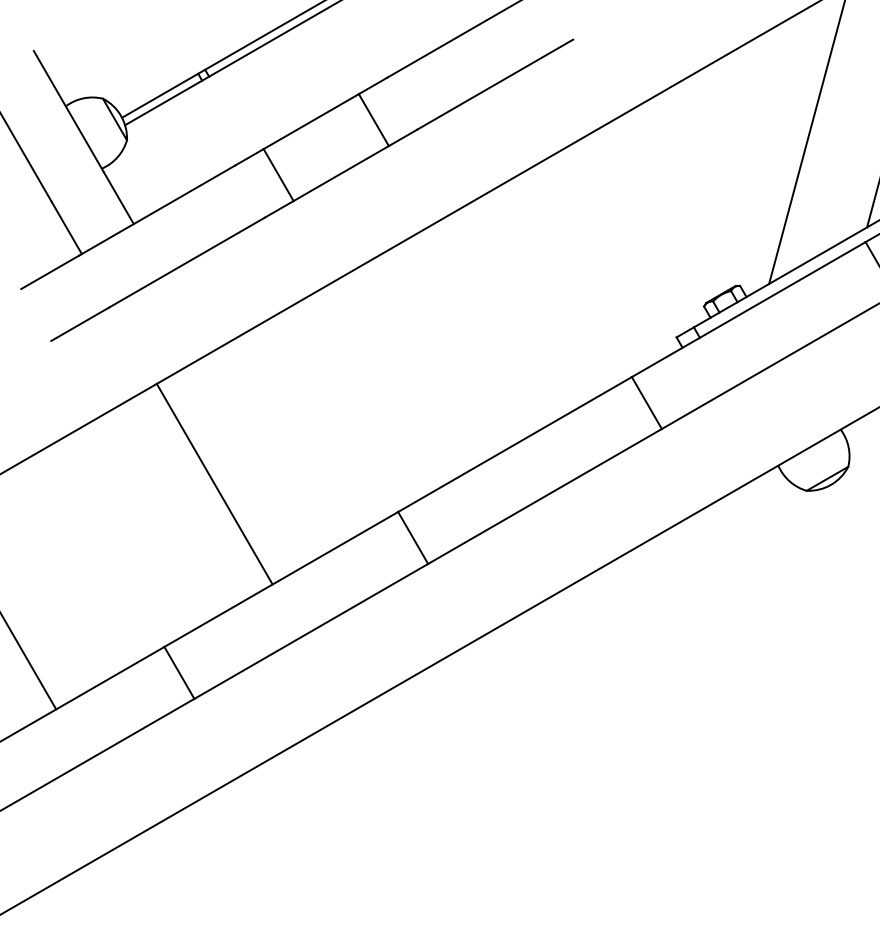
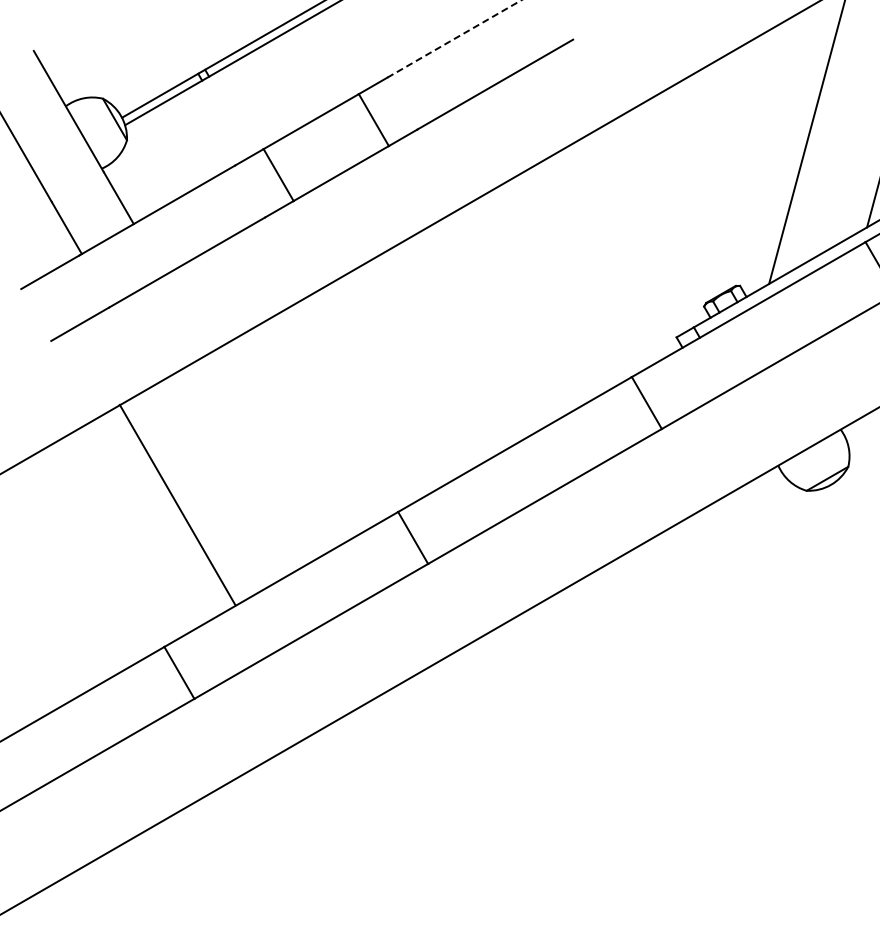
line at (454, 38): solid -> dashed
line at (214, 483) position: (214, 483) -> (177, 504)
line at (29, 662): present -> none
